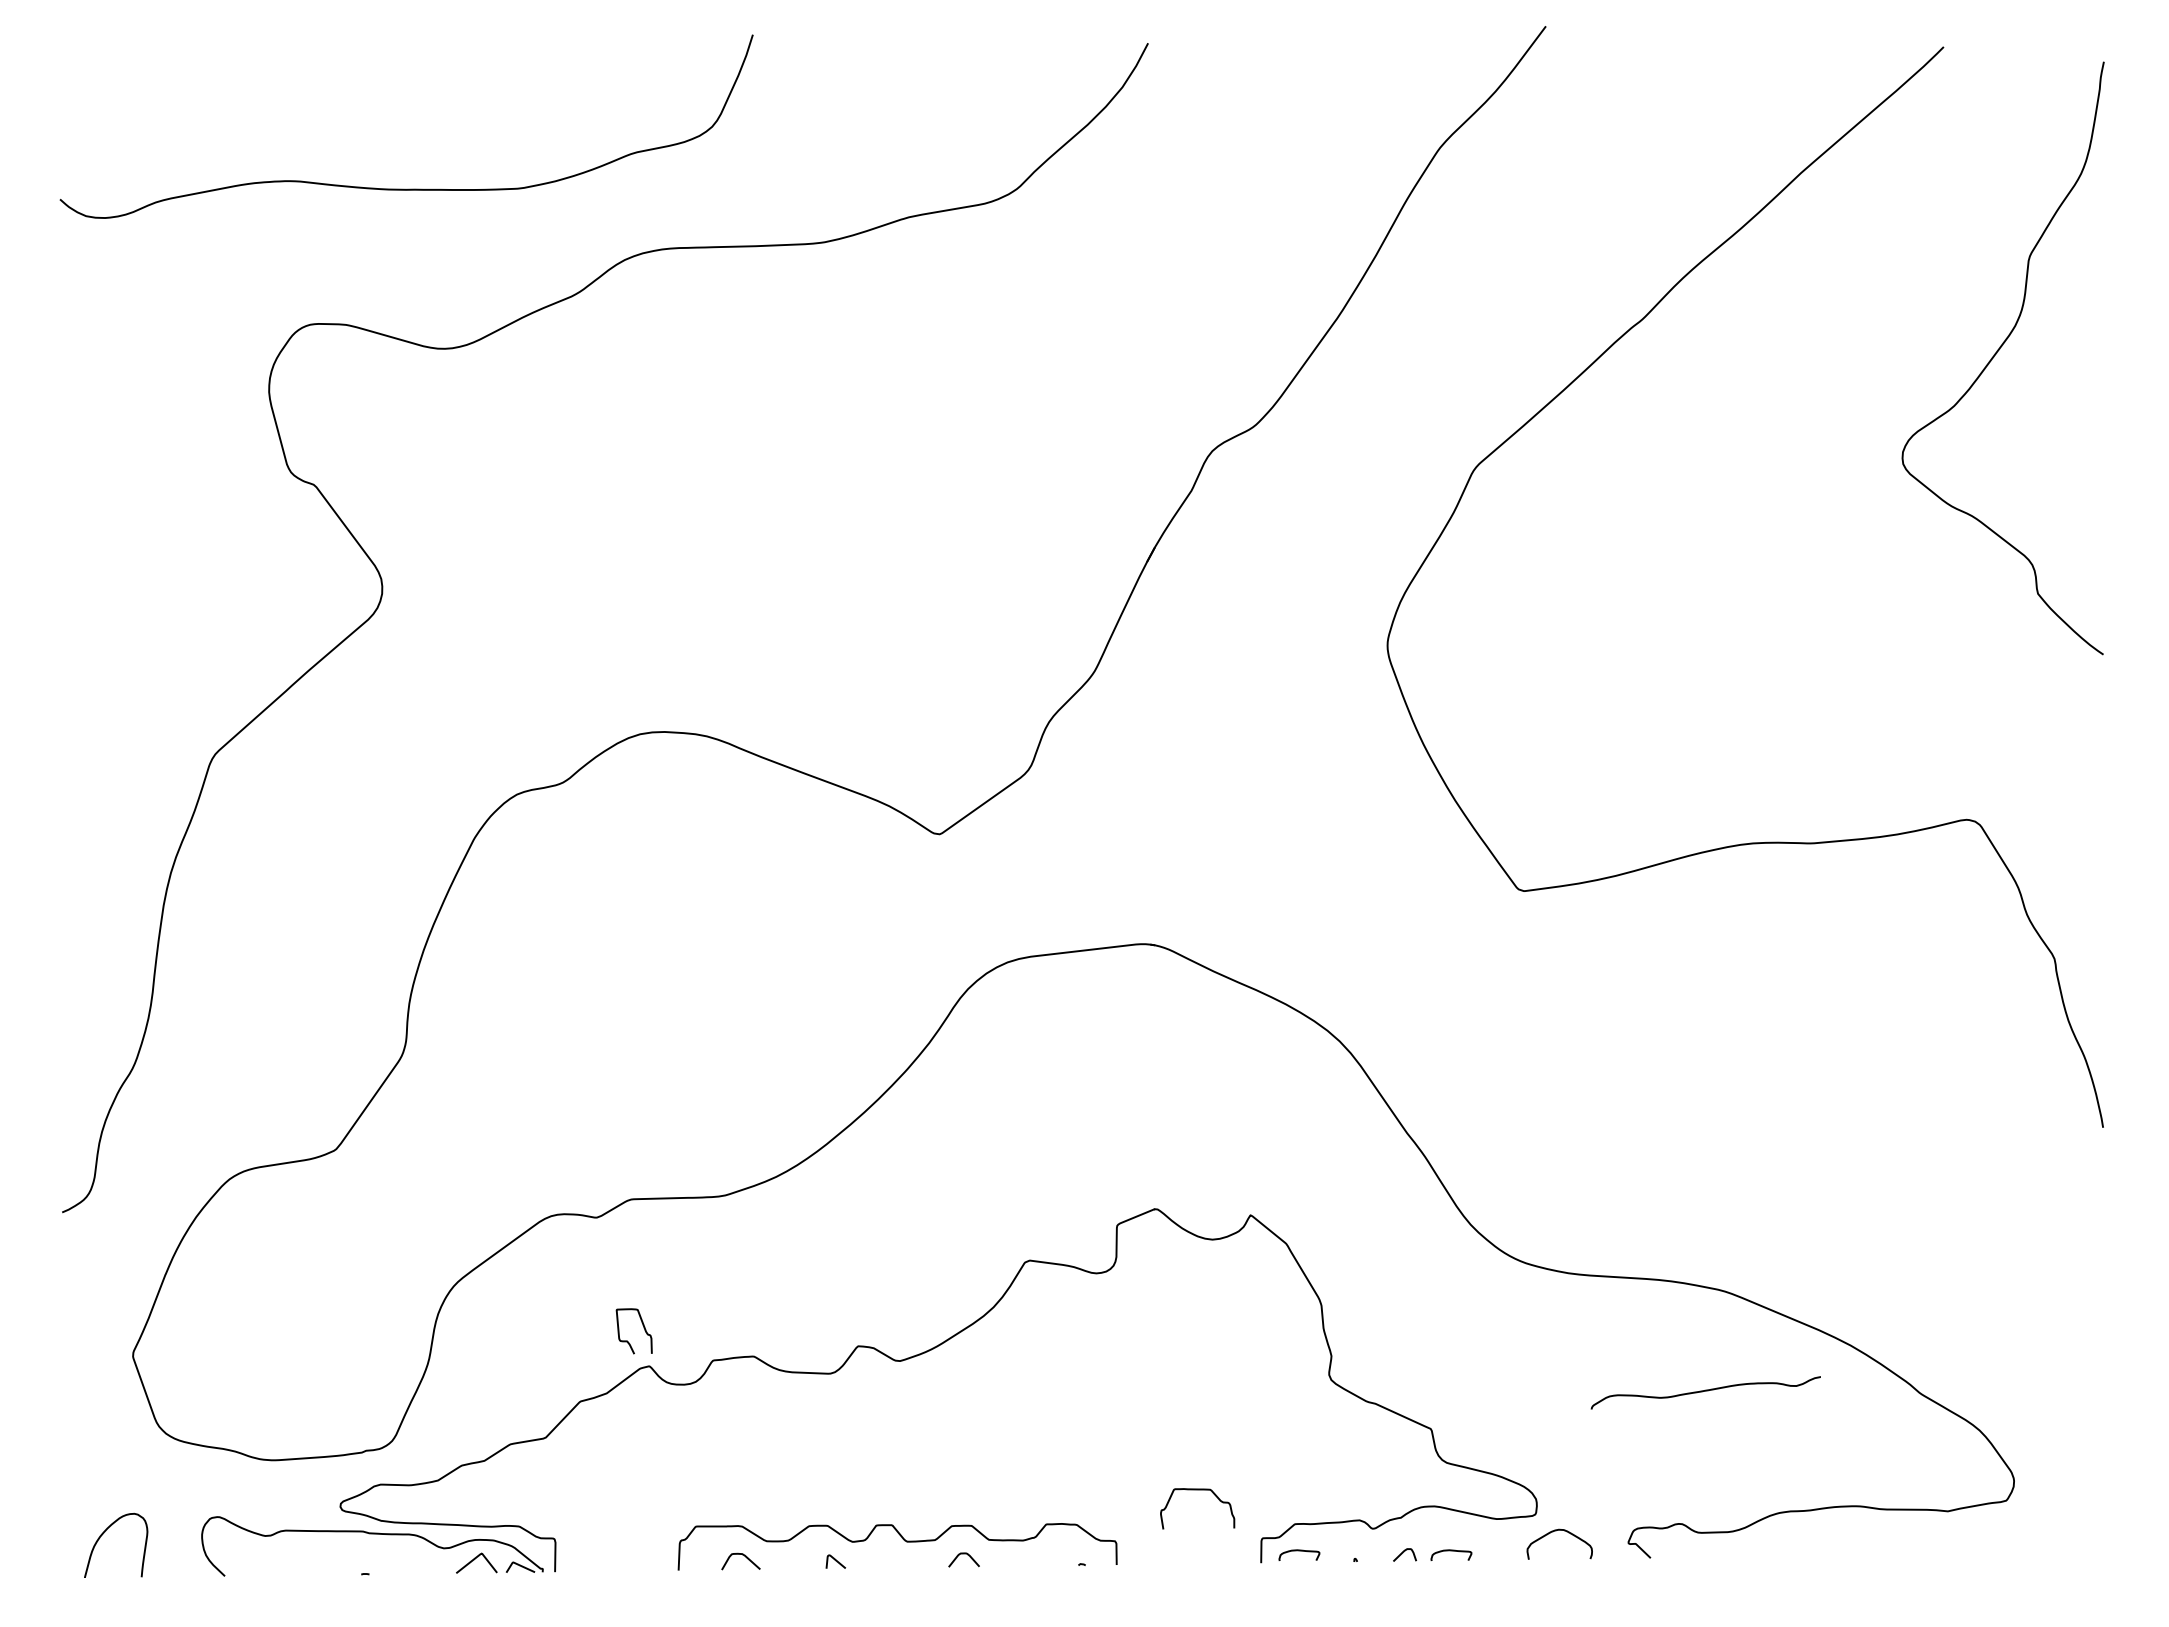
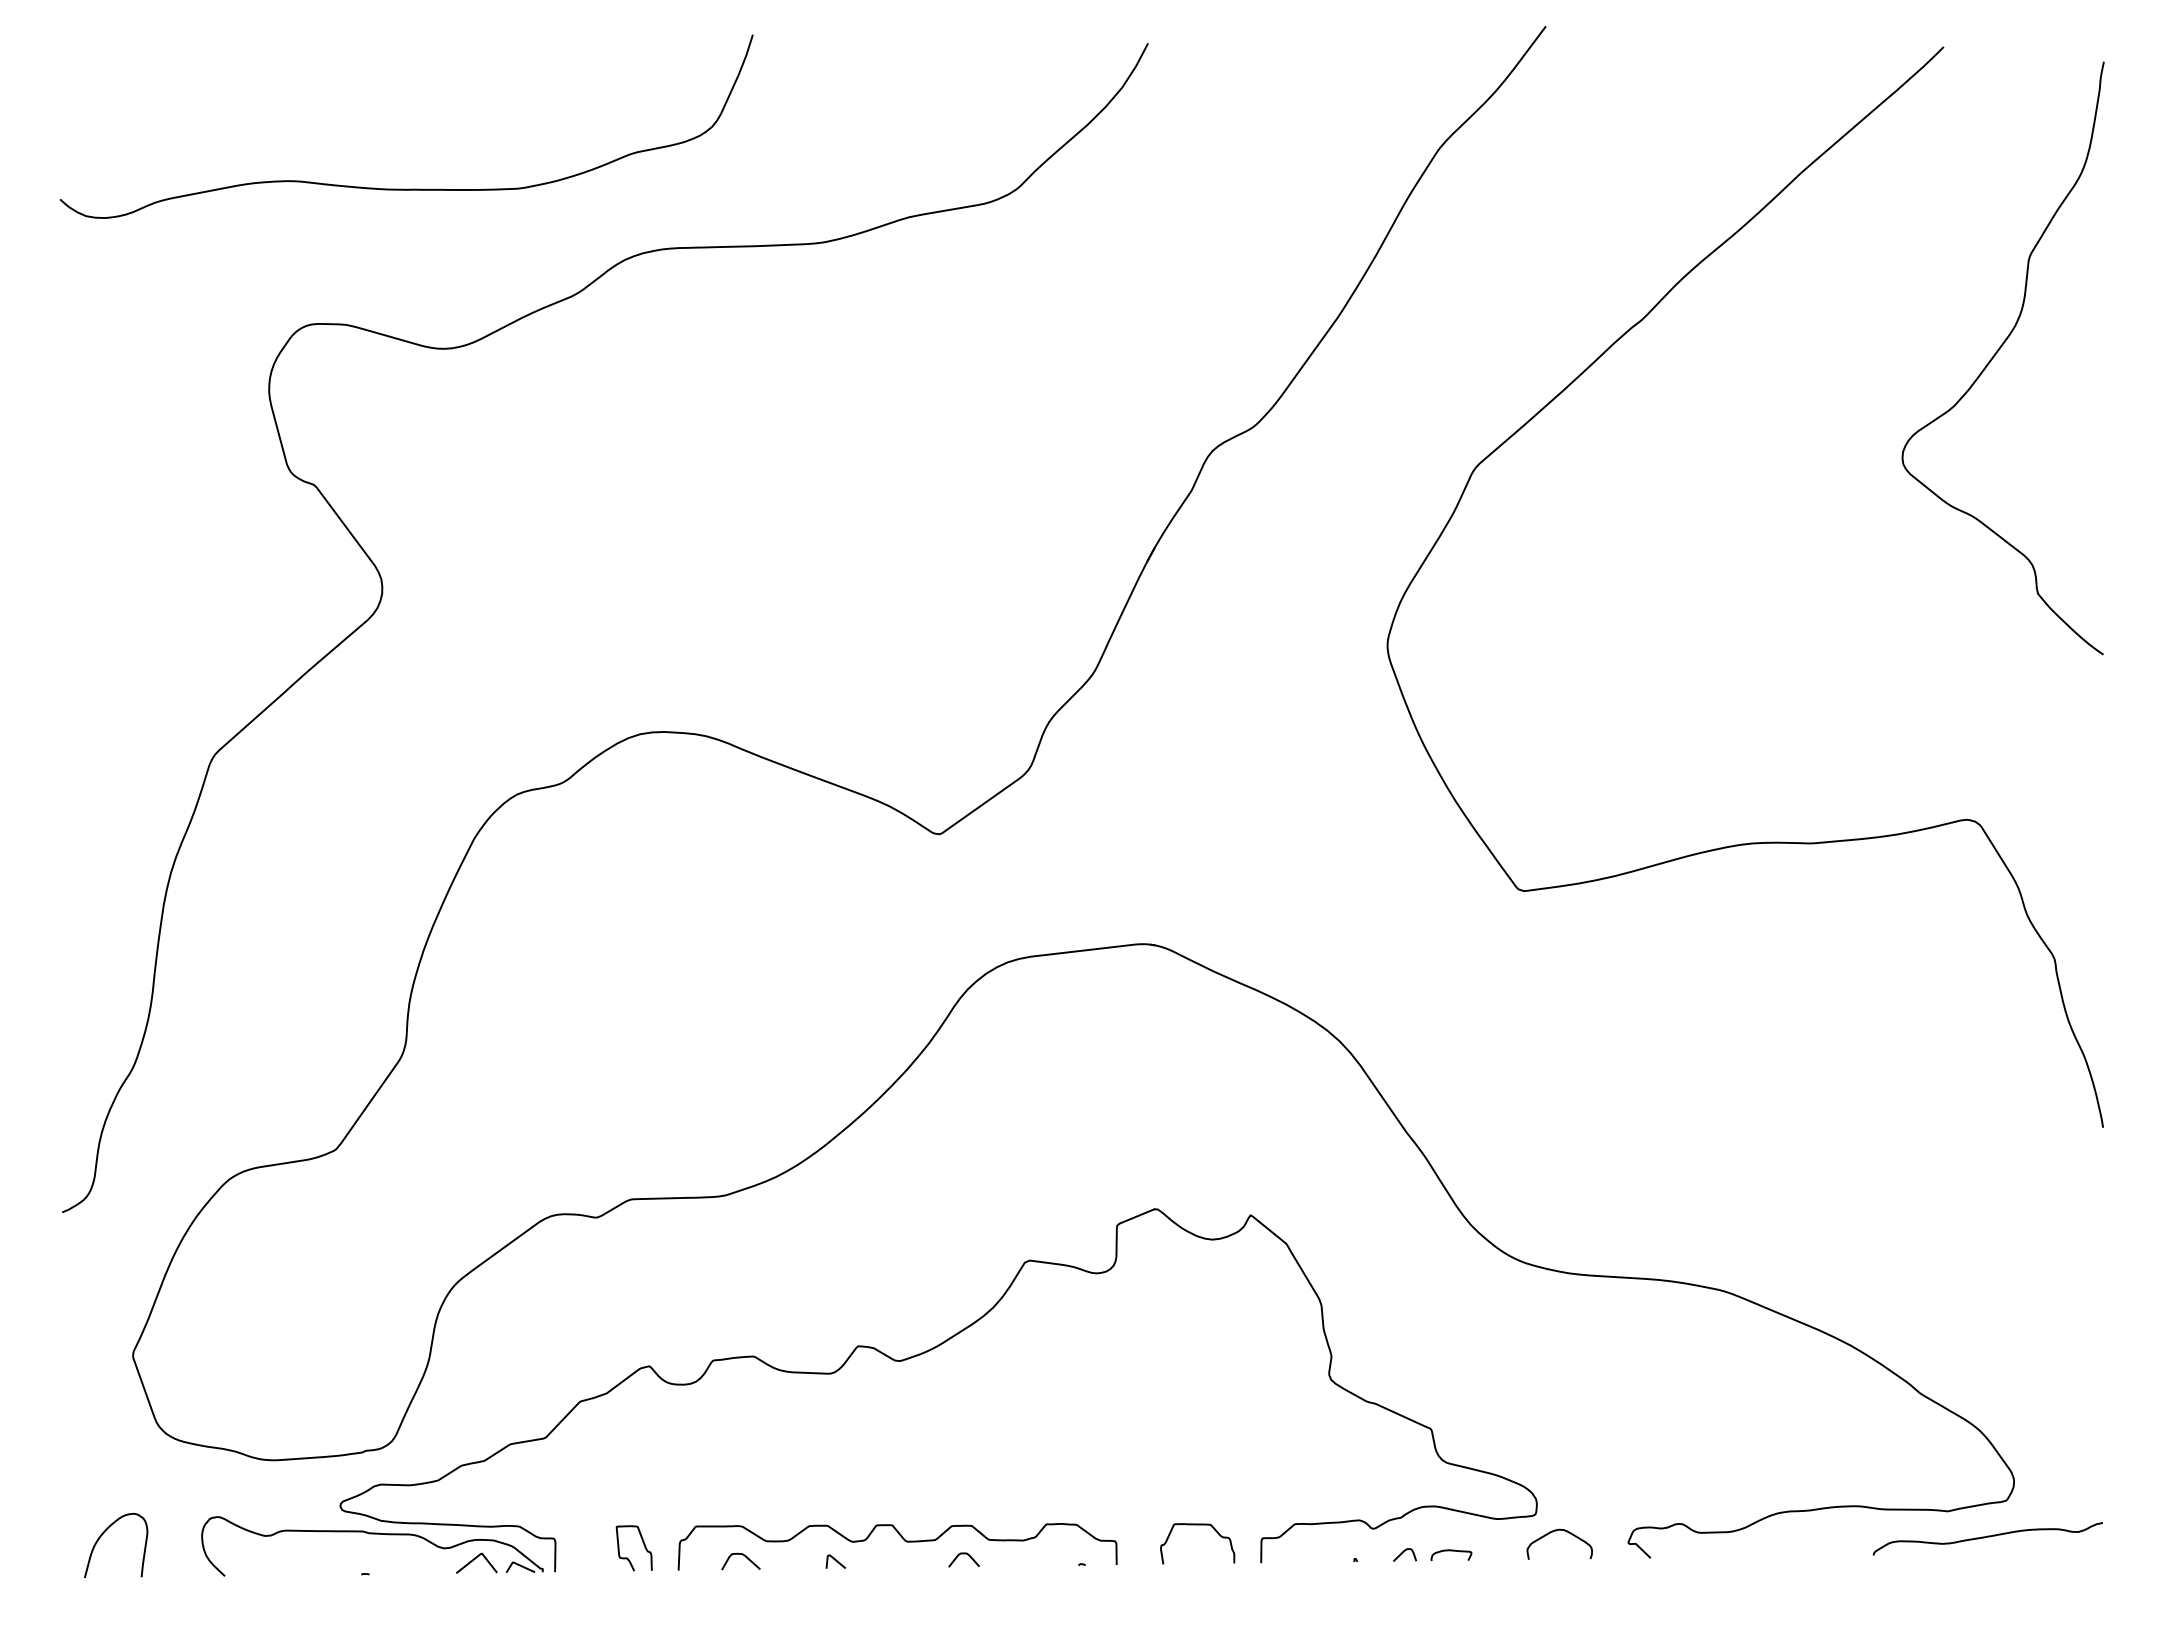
curve at (643, 1328) position: (643, 1328) -> (643, 1545)
curve at (1705, 1391) position: (1705, 1391) -> (1987, 1537)
curve at (1197, 1490) position: (1197, 1490) -> (1197, 1525)
curve at (1299, 1551): present -> none
